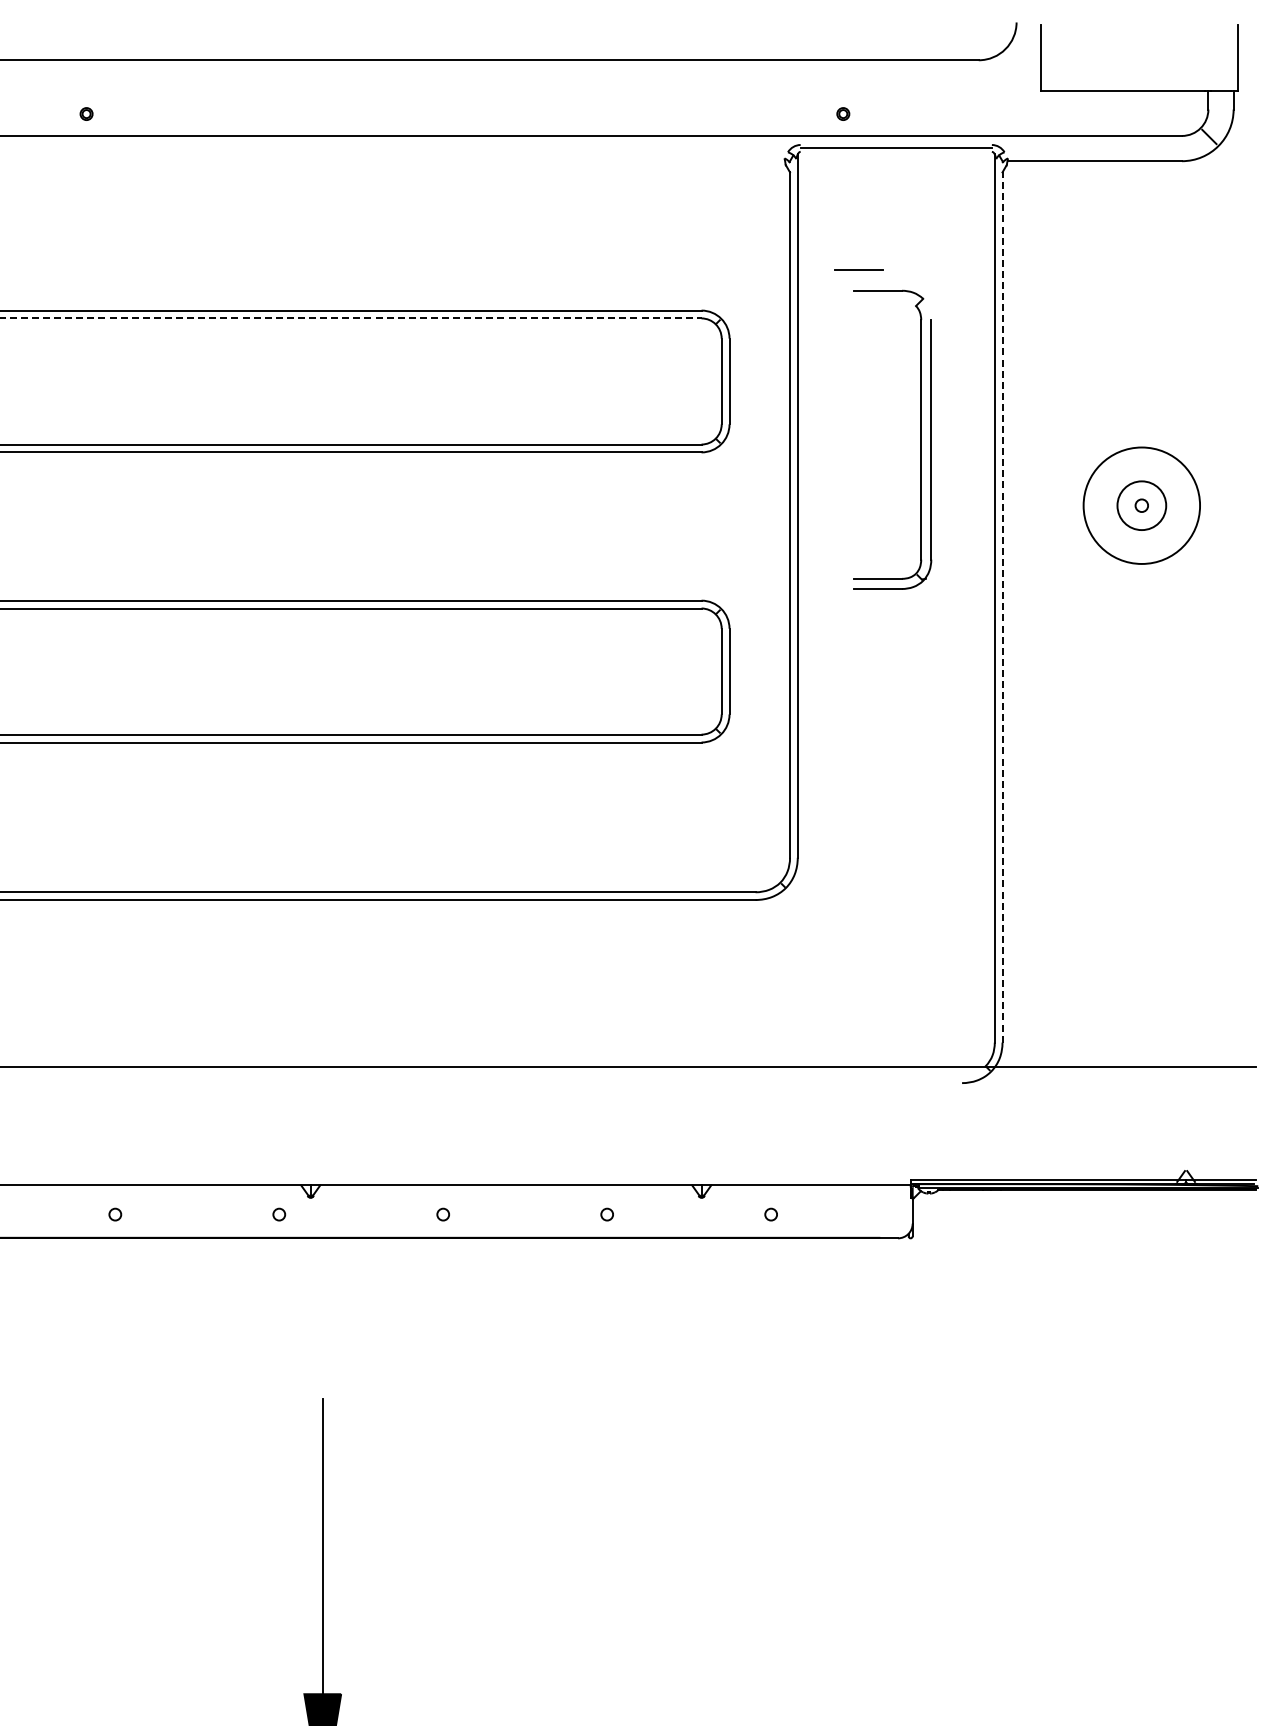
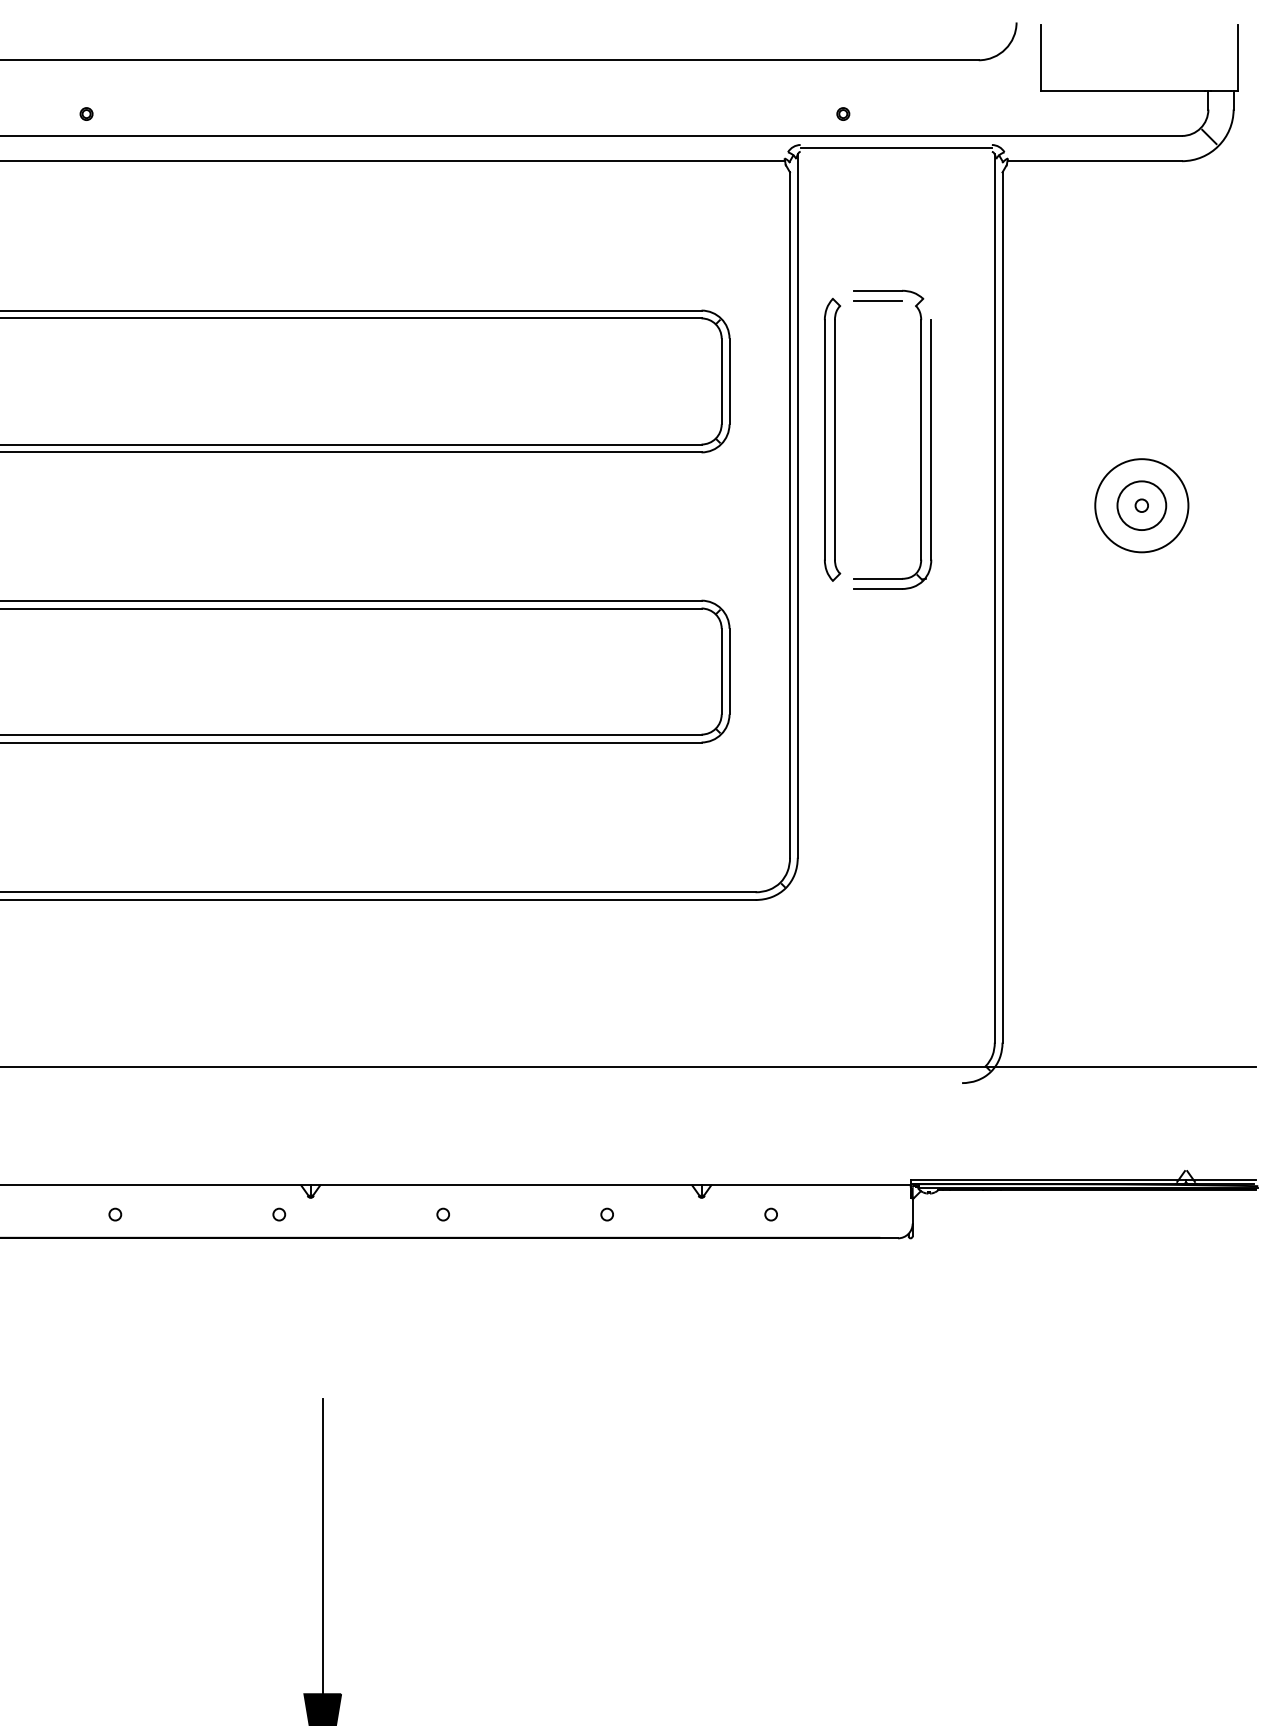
line at (393, 161): none -> present
line at (858, 269) position: (858, 269) -> (877, 300)
line at (351, 318): dashed -> solid
part at (832, 439): none -> present
circle at (1141, 505) diameter: 116 px -> 93 px
line at (1002, 607): dashed -> solid
